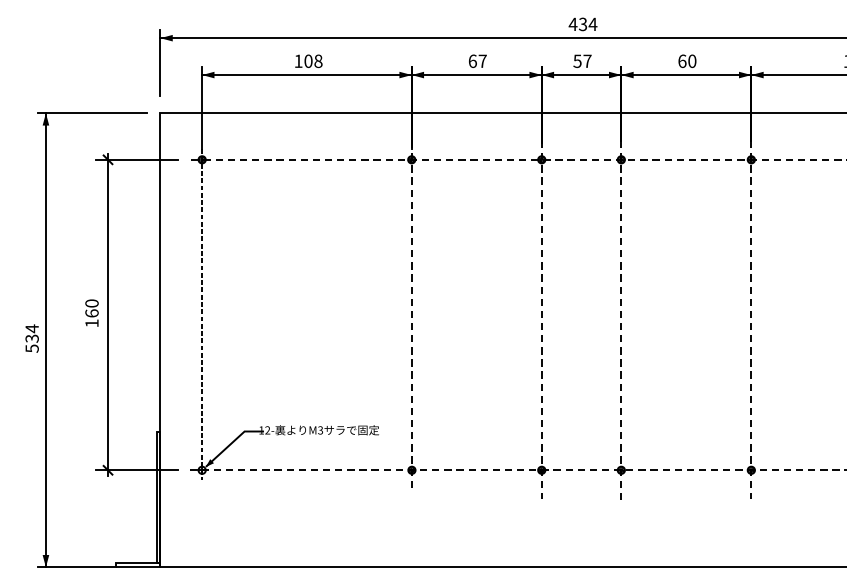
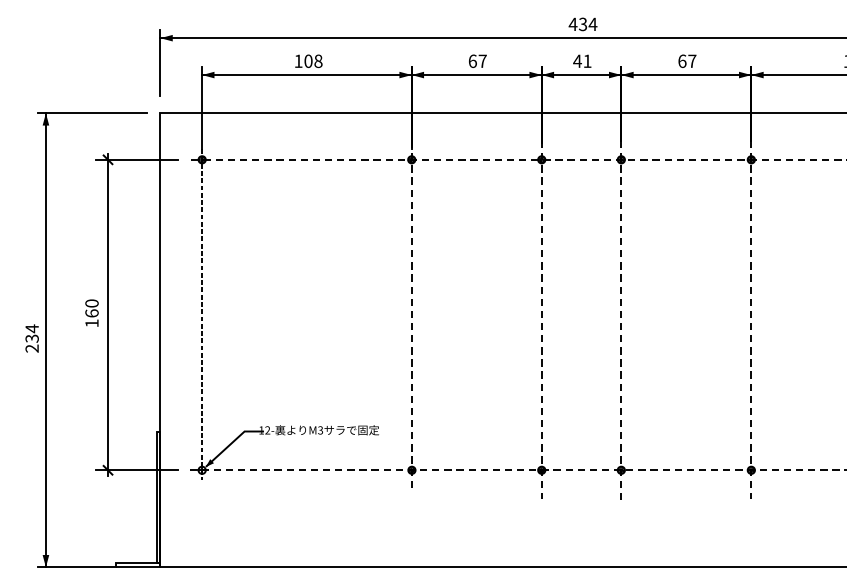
text at (582, 61): 57 -> 41
text at (692, 61): 60 -> 67
text at (31, 348): 534 -> 234
